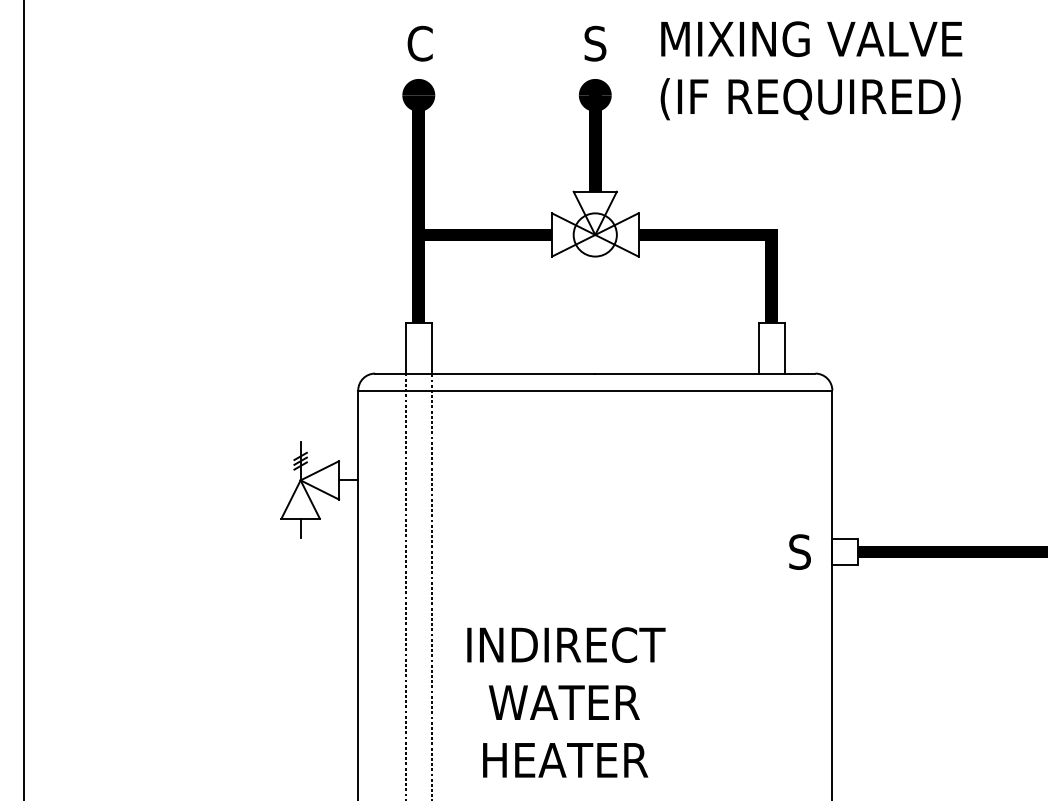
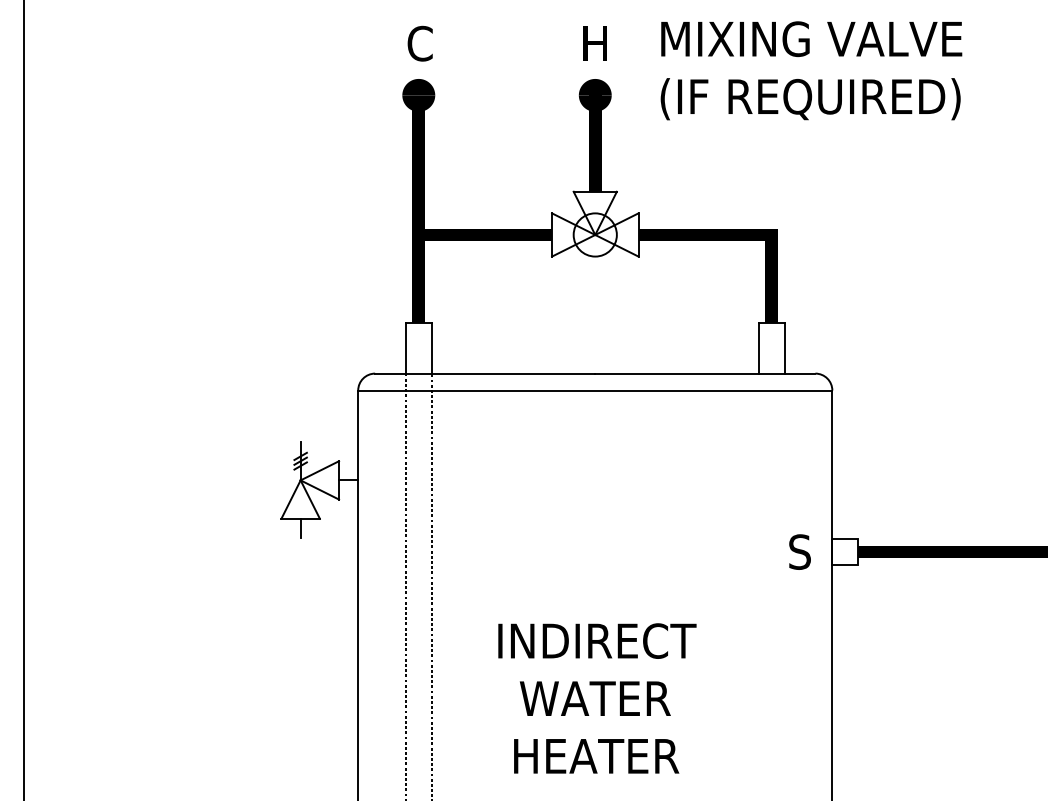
text at (594, 43): S -> H
text at (566, 702) position: (566, 702) -> (597, 698)
